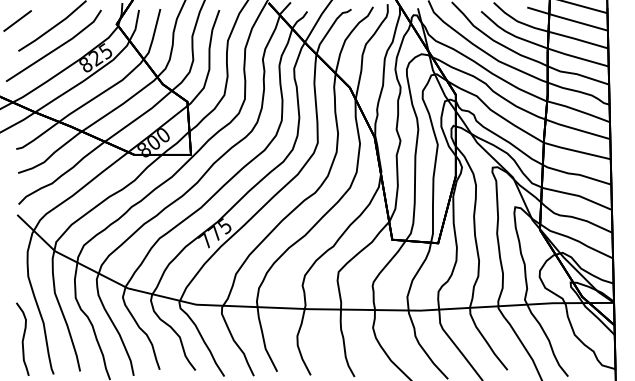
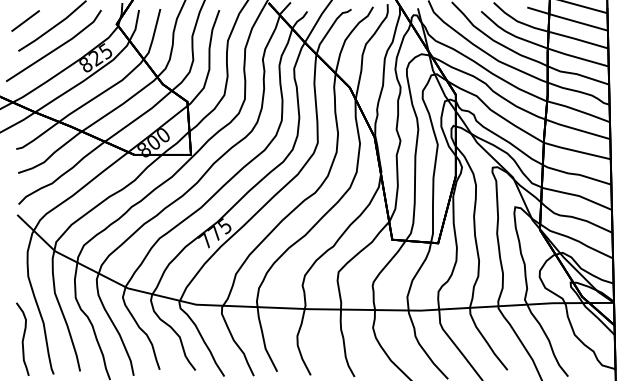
line at (17, 20) position: (17, 20) -> (25, 20)
